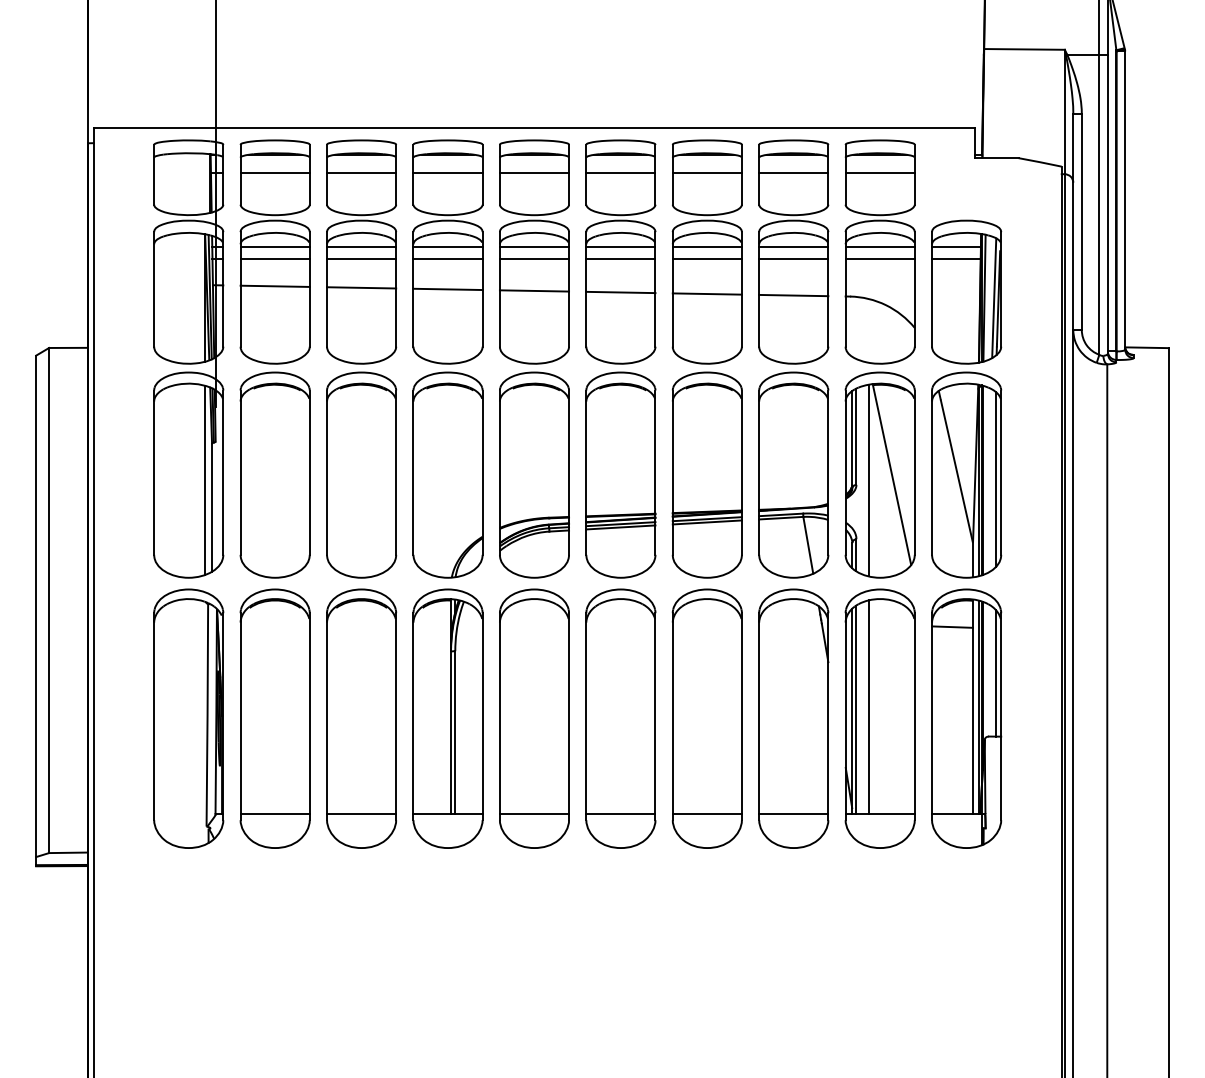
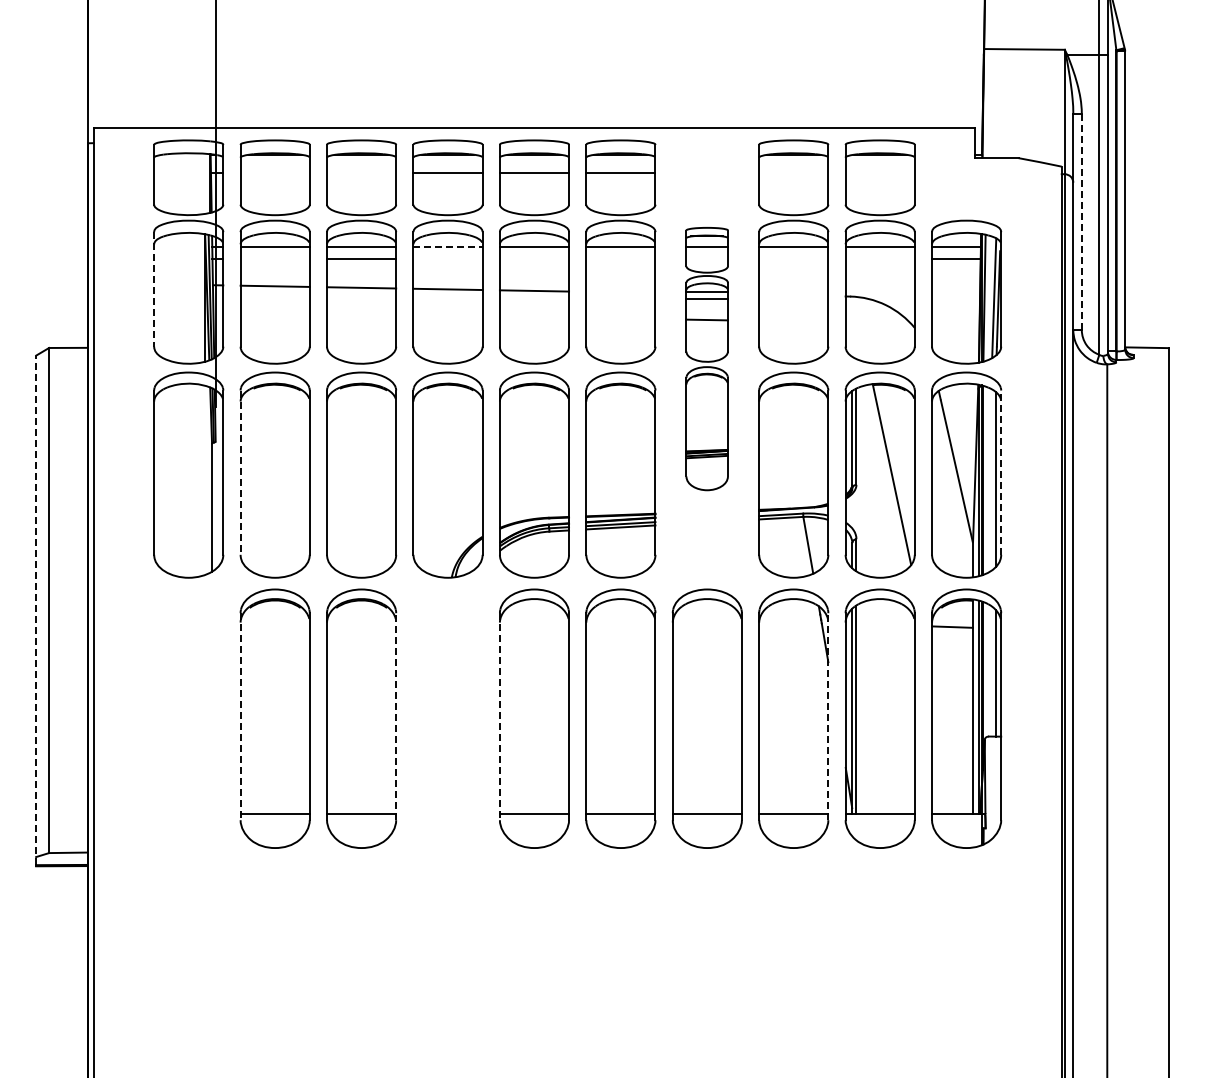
line at (274, 172): present -> none
line at (361, 172): present -> none
line at (793, 172): present -> none
line at (879, 172): present -> none
line at (1081, 222): solid -> dashed
line at (448, 246): solid -> dashed
line at (274, 259): present -> none
line at (447, 259): present -> none
line at (534, 259): present -> none
line at (620, 259): present -> none
line at (793, 259): present -> none
line at (879, 259): present -> none
line at (154, 289): solid -> dashed
line at (620, 292): present -> none
line at (793, 295): present -> none
part at (706, 358) size: 72x440 px -> 44x265 px
line at (1001, 472): solid -> dashed
line at (240, 473): solid -> dashed
line at (204, 480): present -> none
line at (868, 480): present -> none
line at (36, 610): solid -> dashed
line at (868, 706): present -> none
line at (396, 716): solid -> dashed
line at (828, 716): solid -> dashed
line at (240, 717): solid -> dashed
line at (499, 717): solid -> dashed
part at (188, 718): present -> none
part at (447, 718): present -> none
